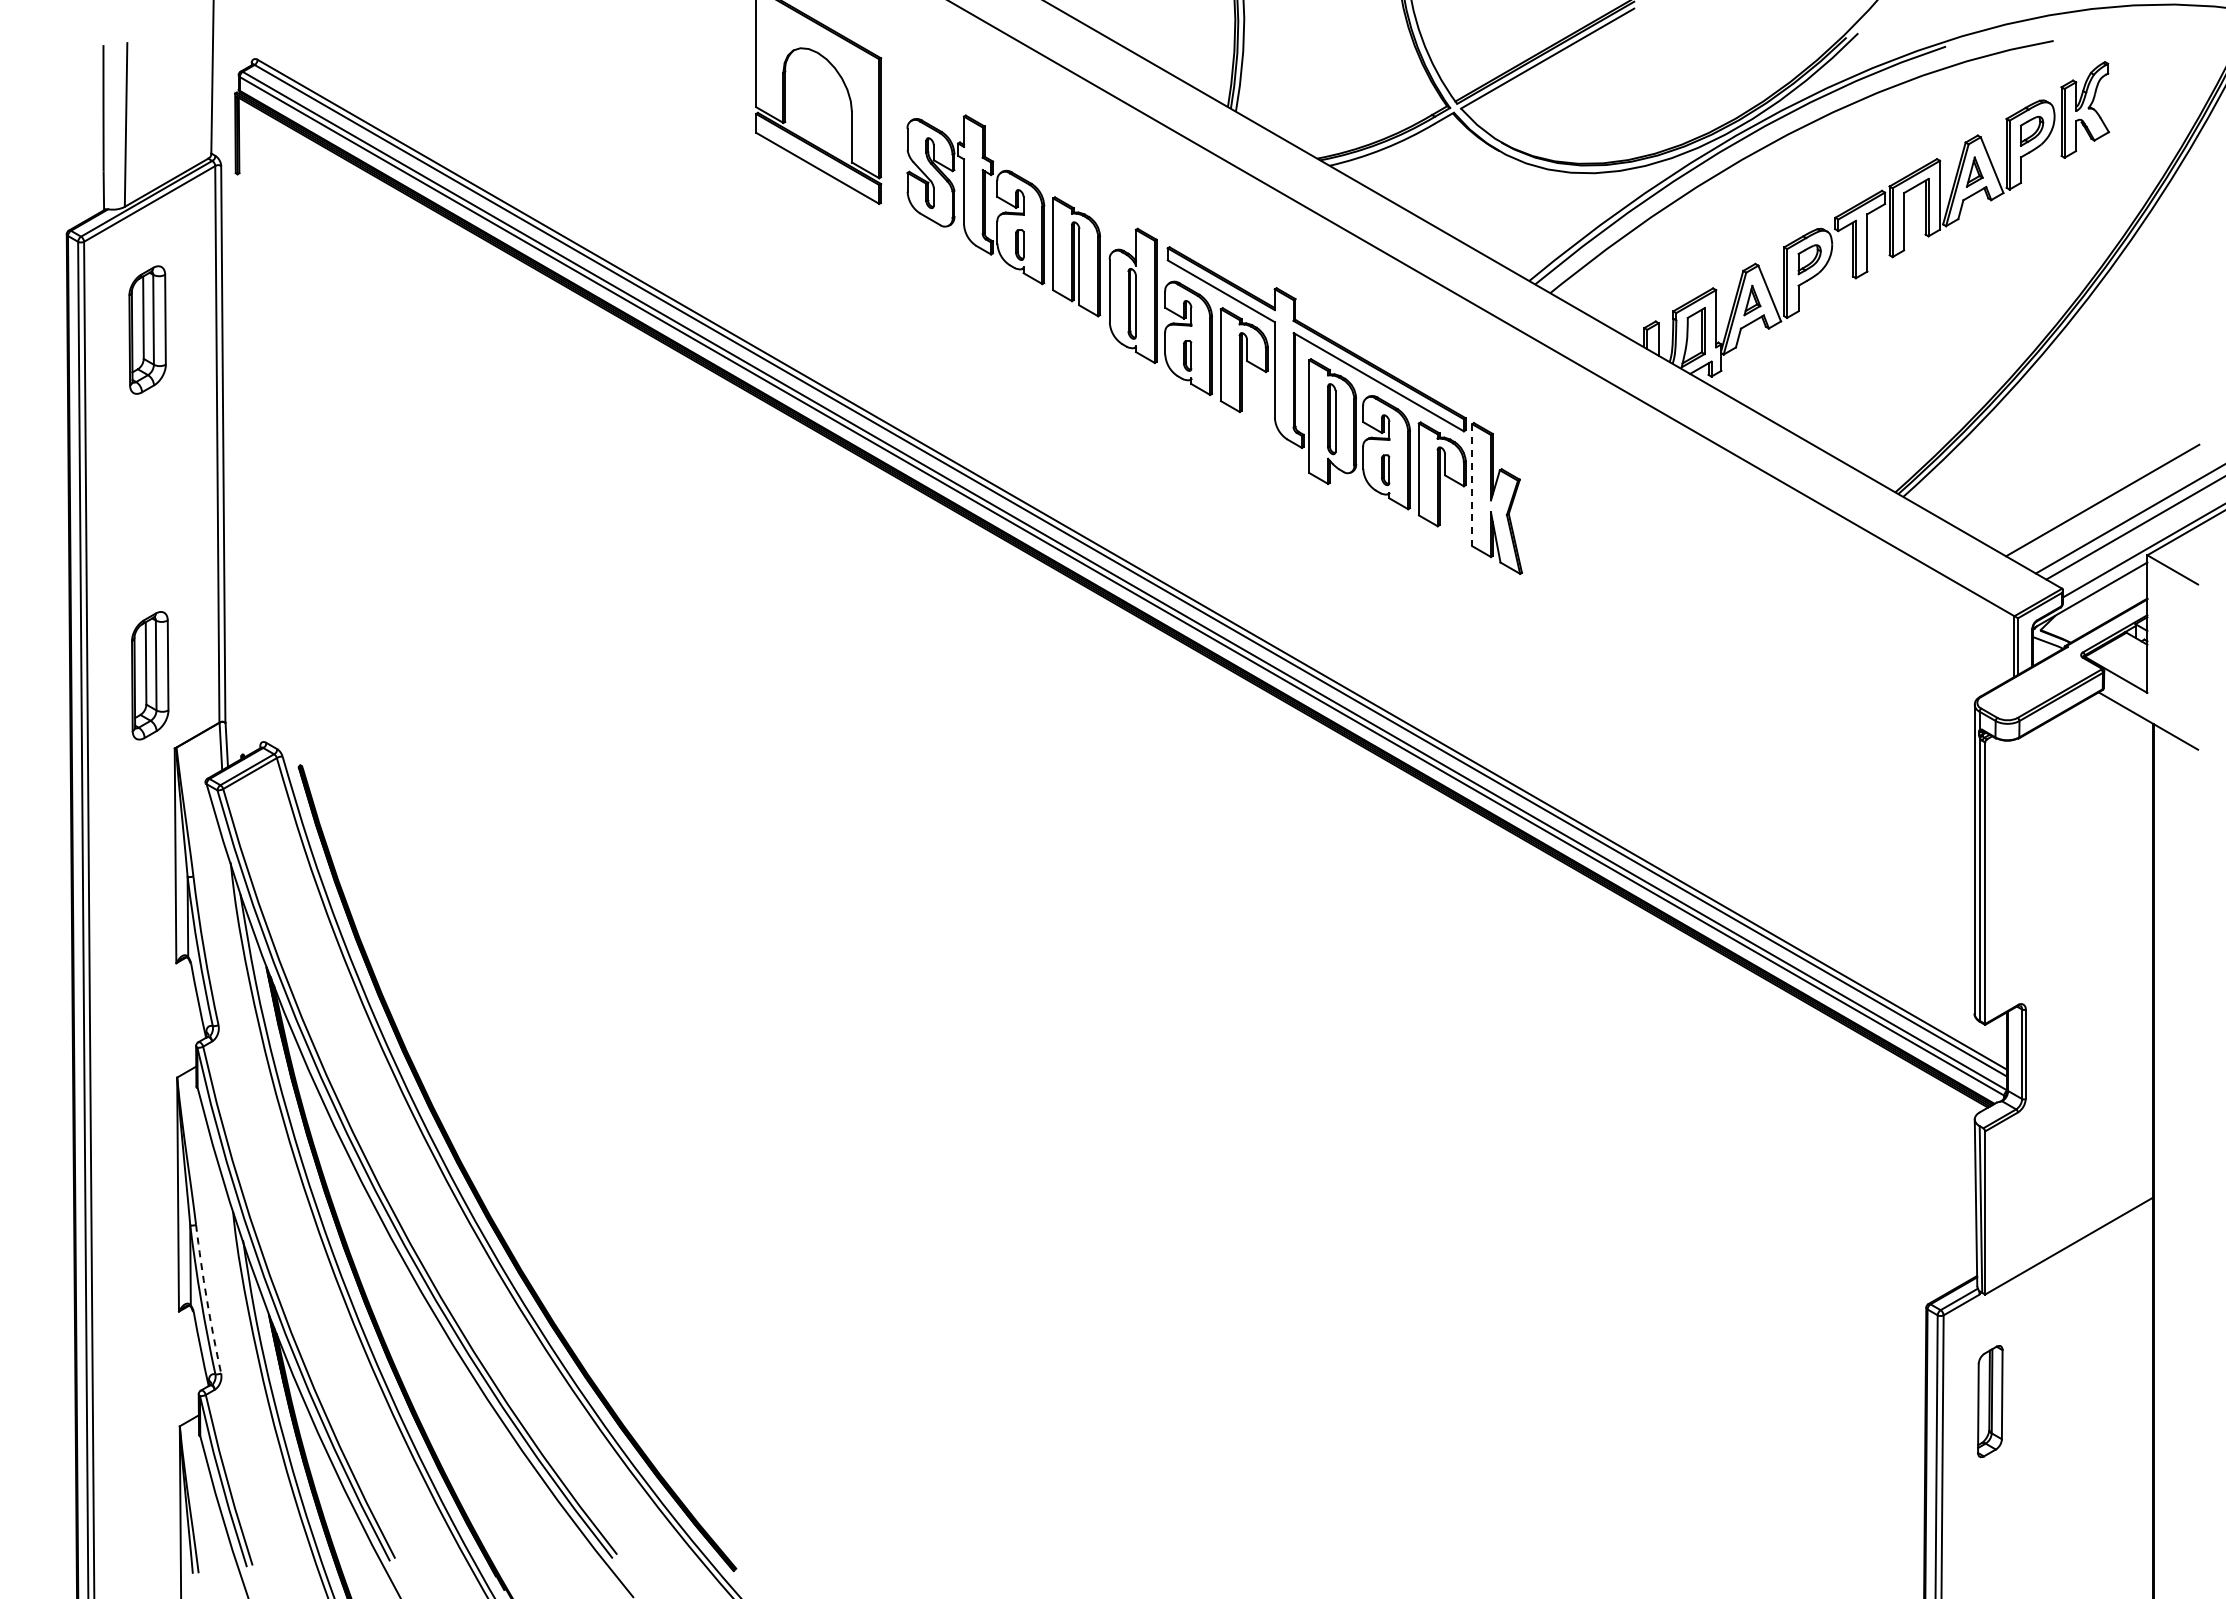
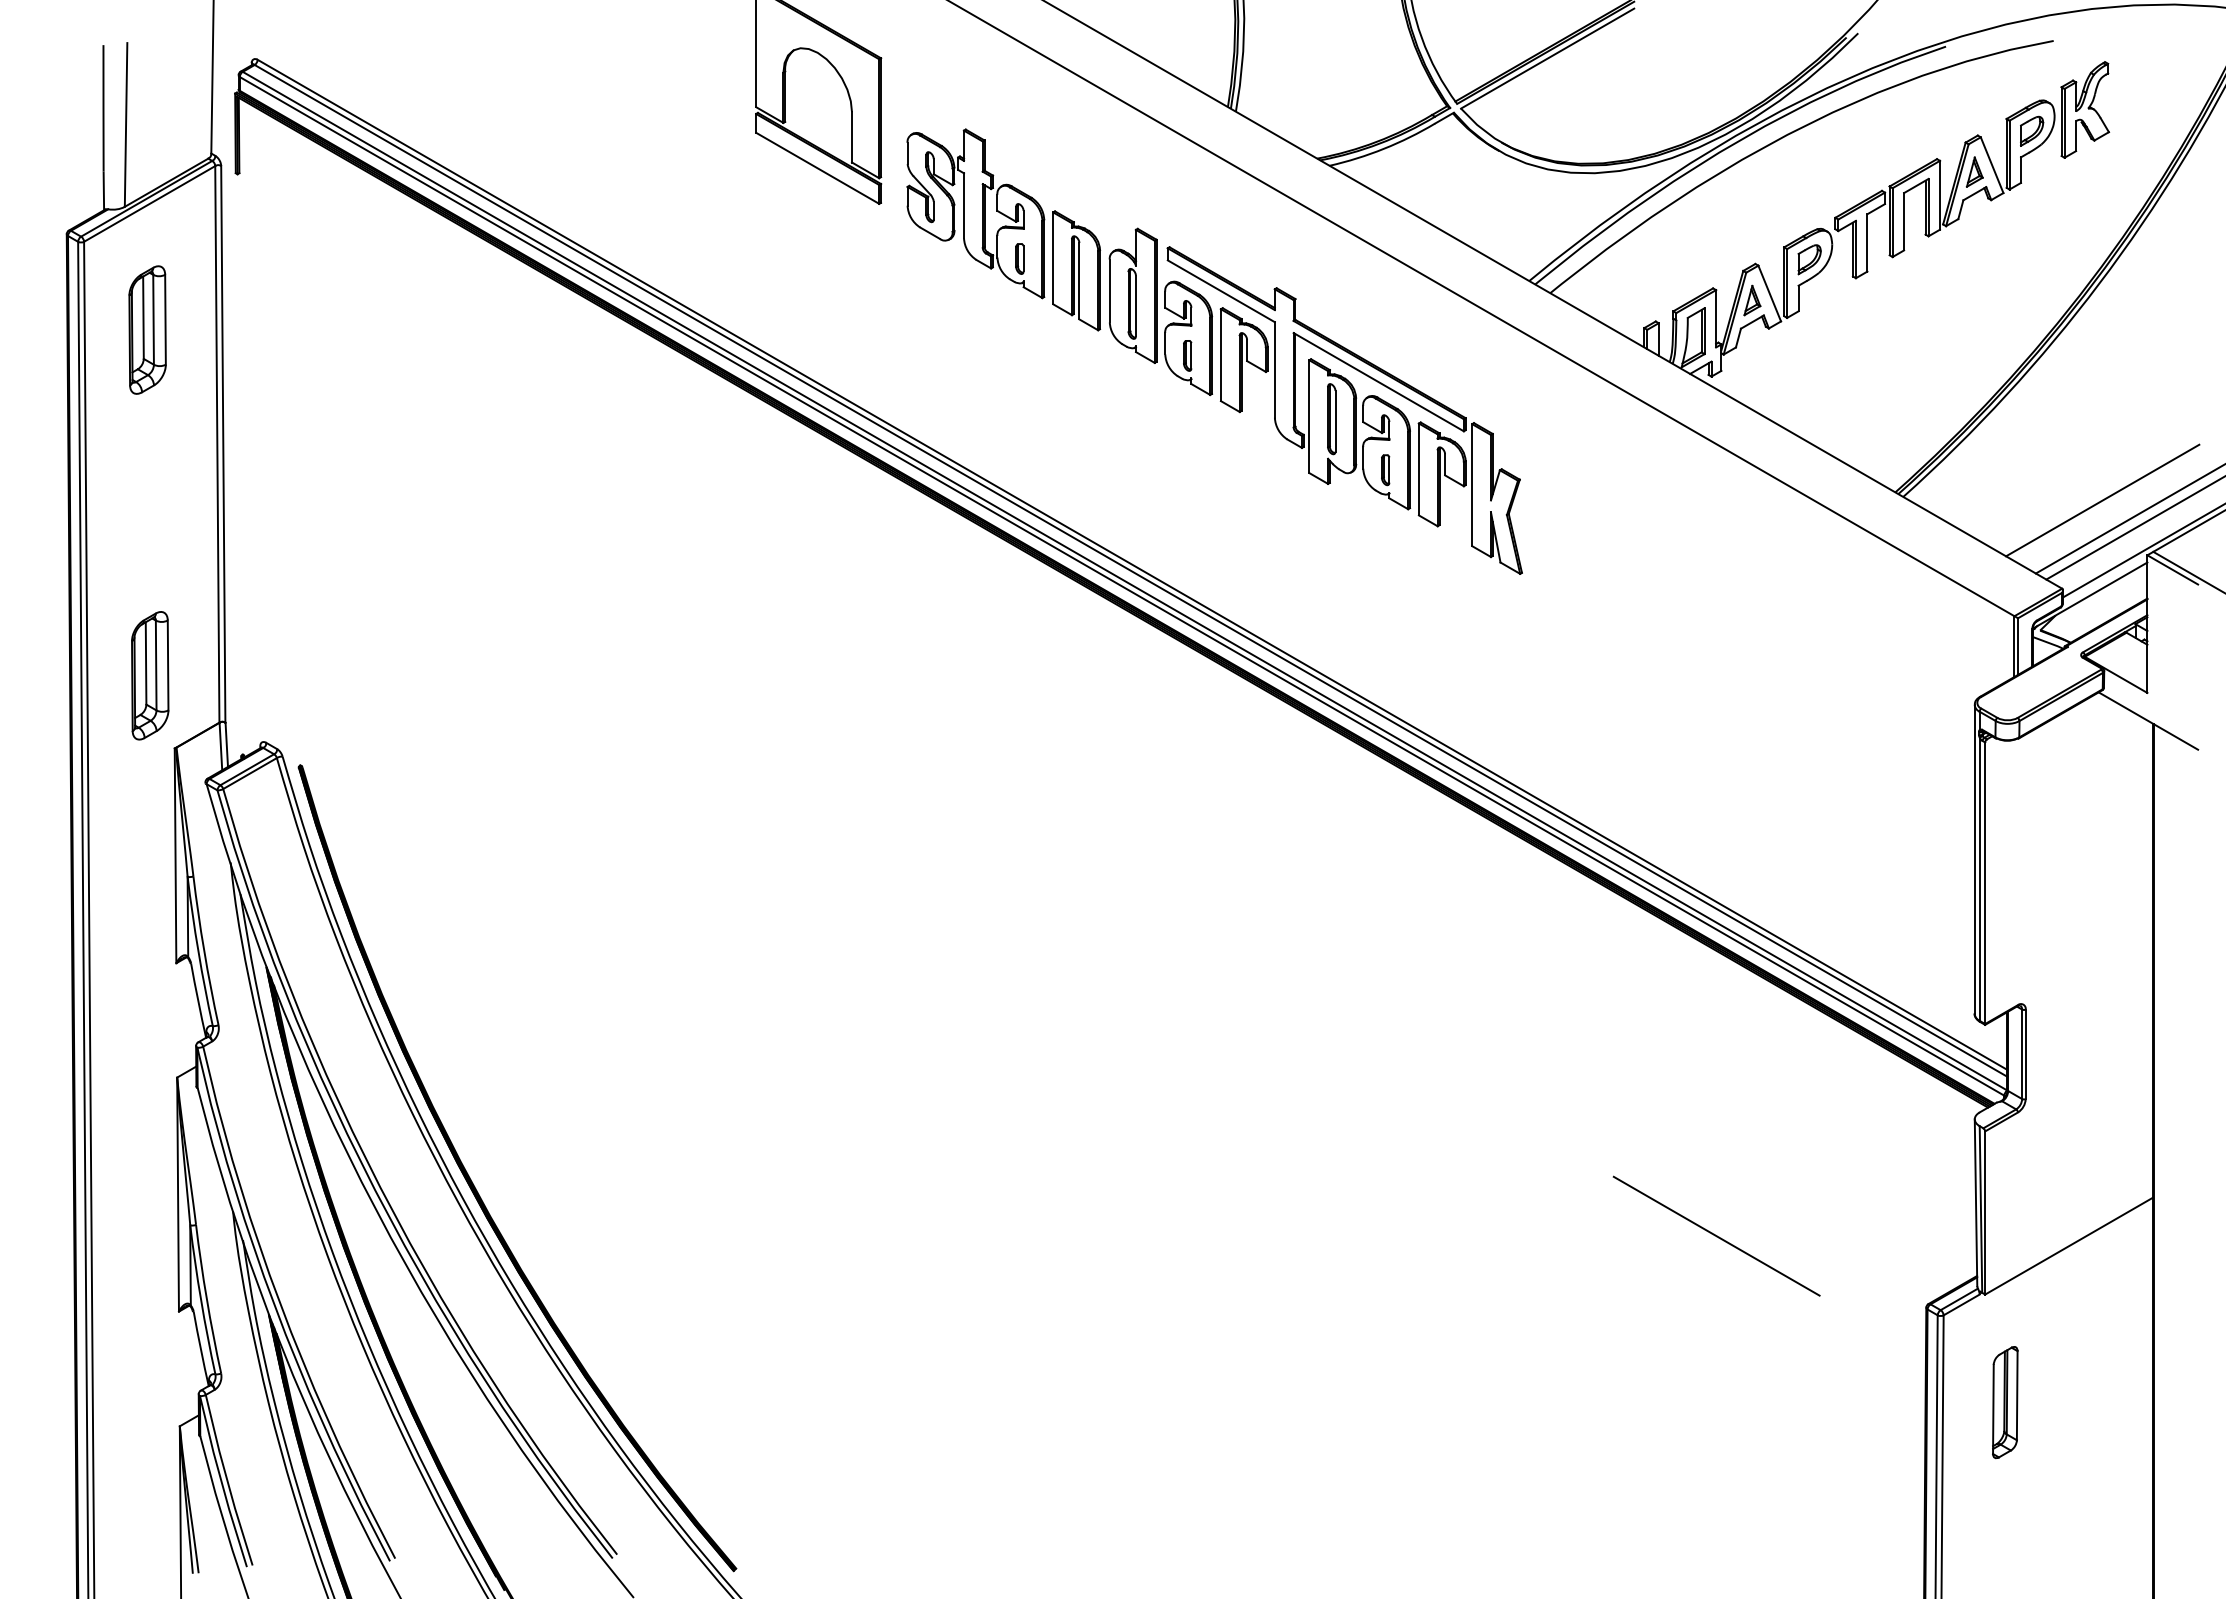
part at (1003, 215) position: (1003, 215) -> (1003, 229)
line at (1472, 485): dashed -> solid
line at (2187, 571): none -> present
line at (1716, 1236): none -> present
arc at (206, 1299): dashed -> solid
part at (1990, 1401) position: (1990, 1401) -> (2005, 1402)
